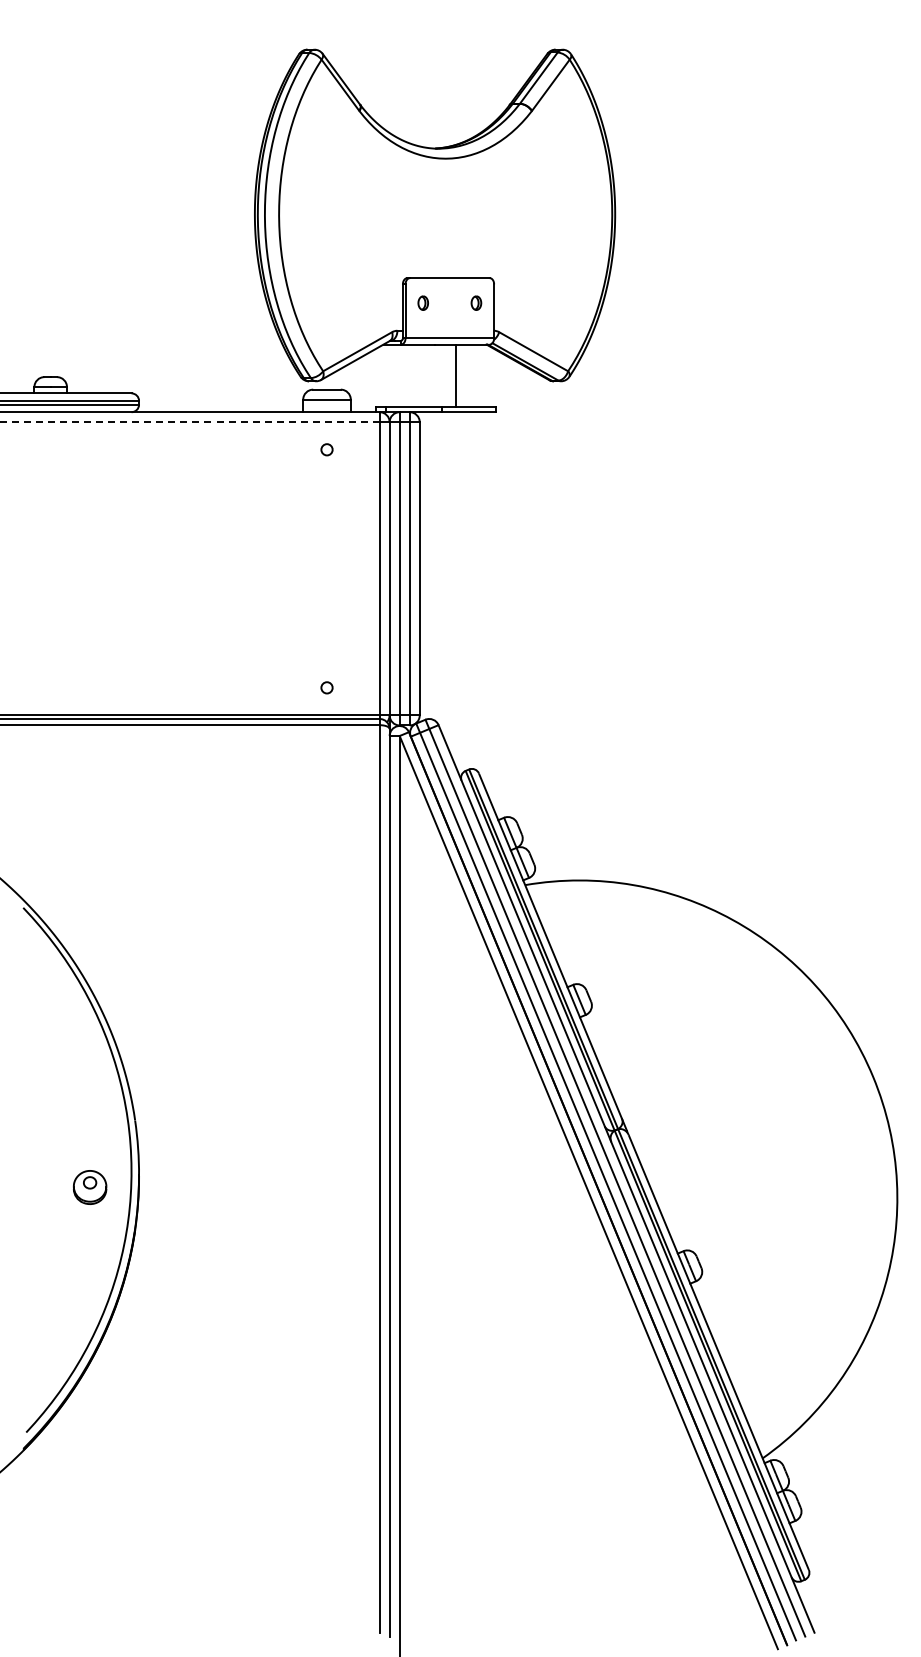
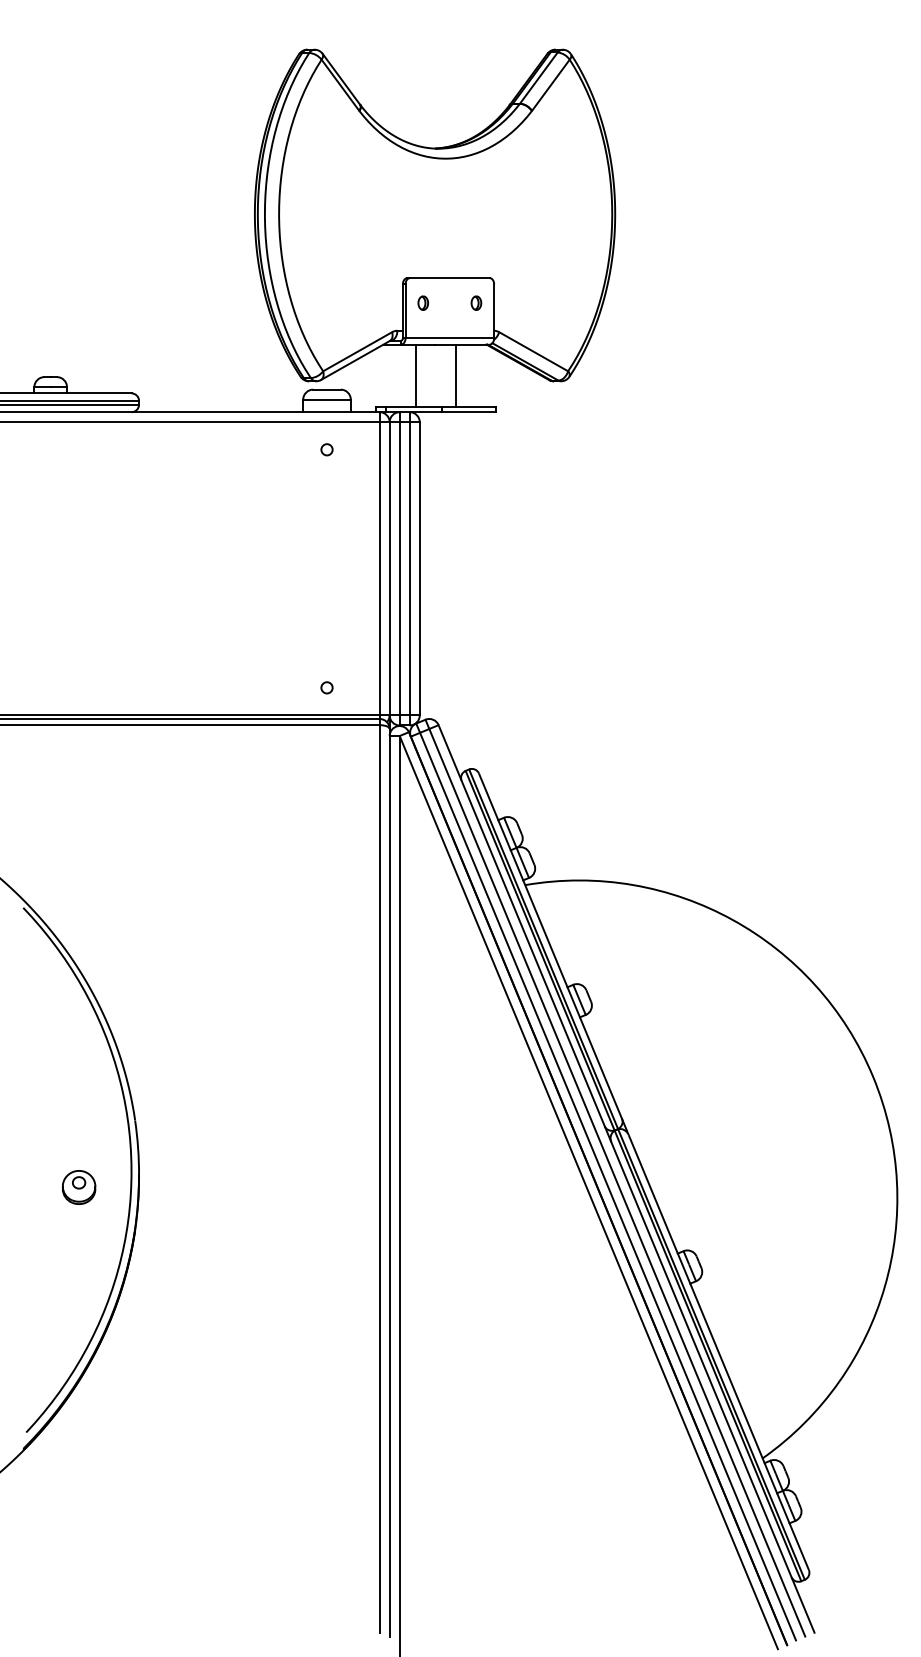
line at (416, 375): none -> present
line at (189, 422): dashed -> solid
part at (90, 1187) position: (90, 1187) -> (79, 1187)
